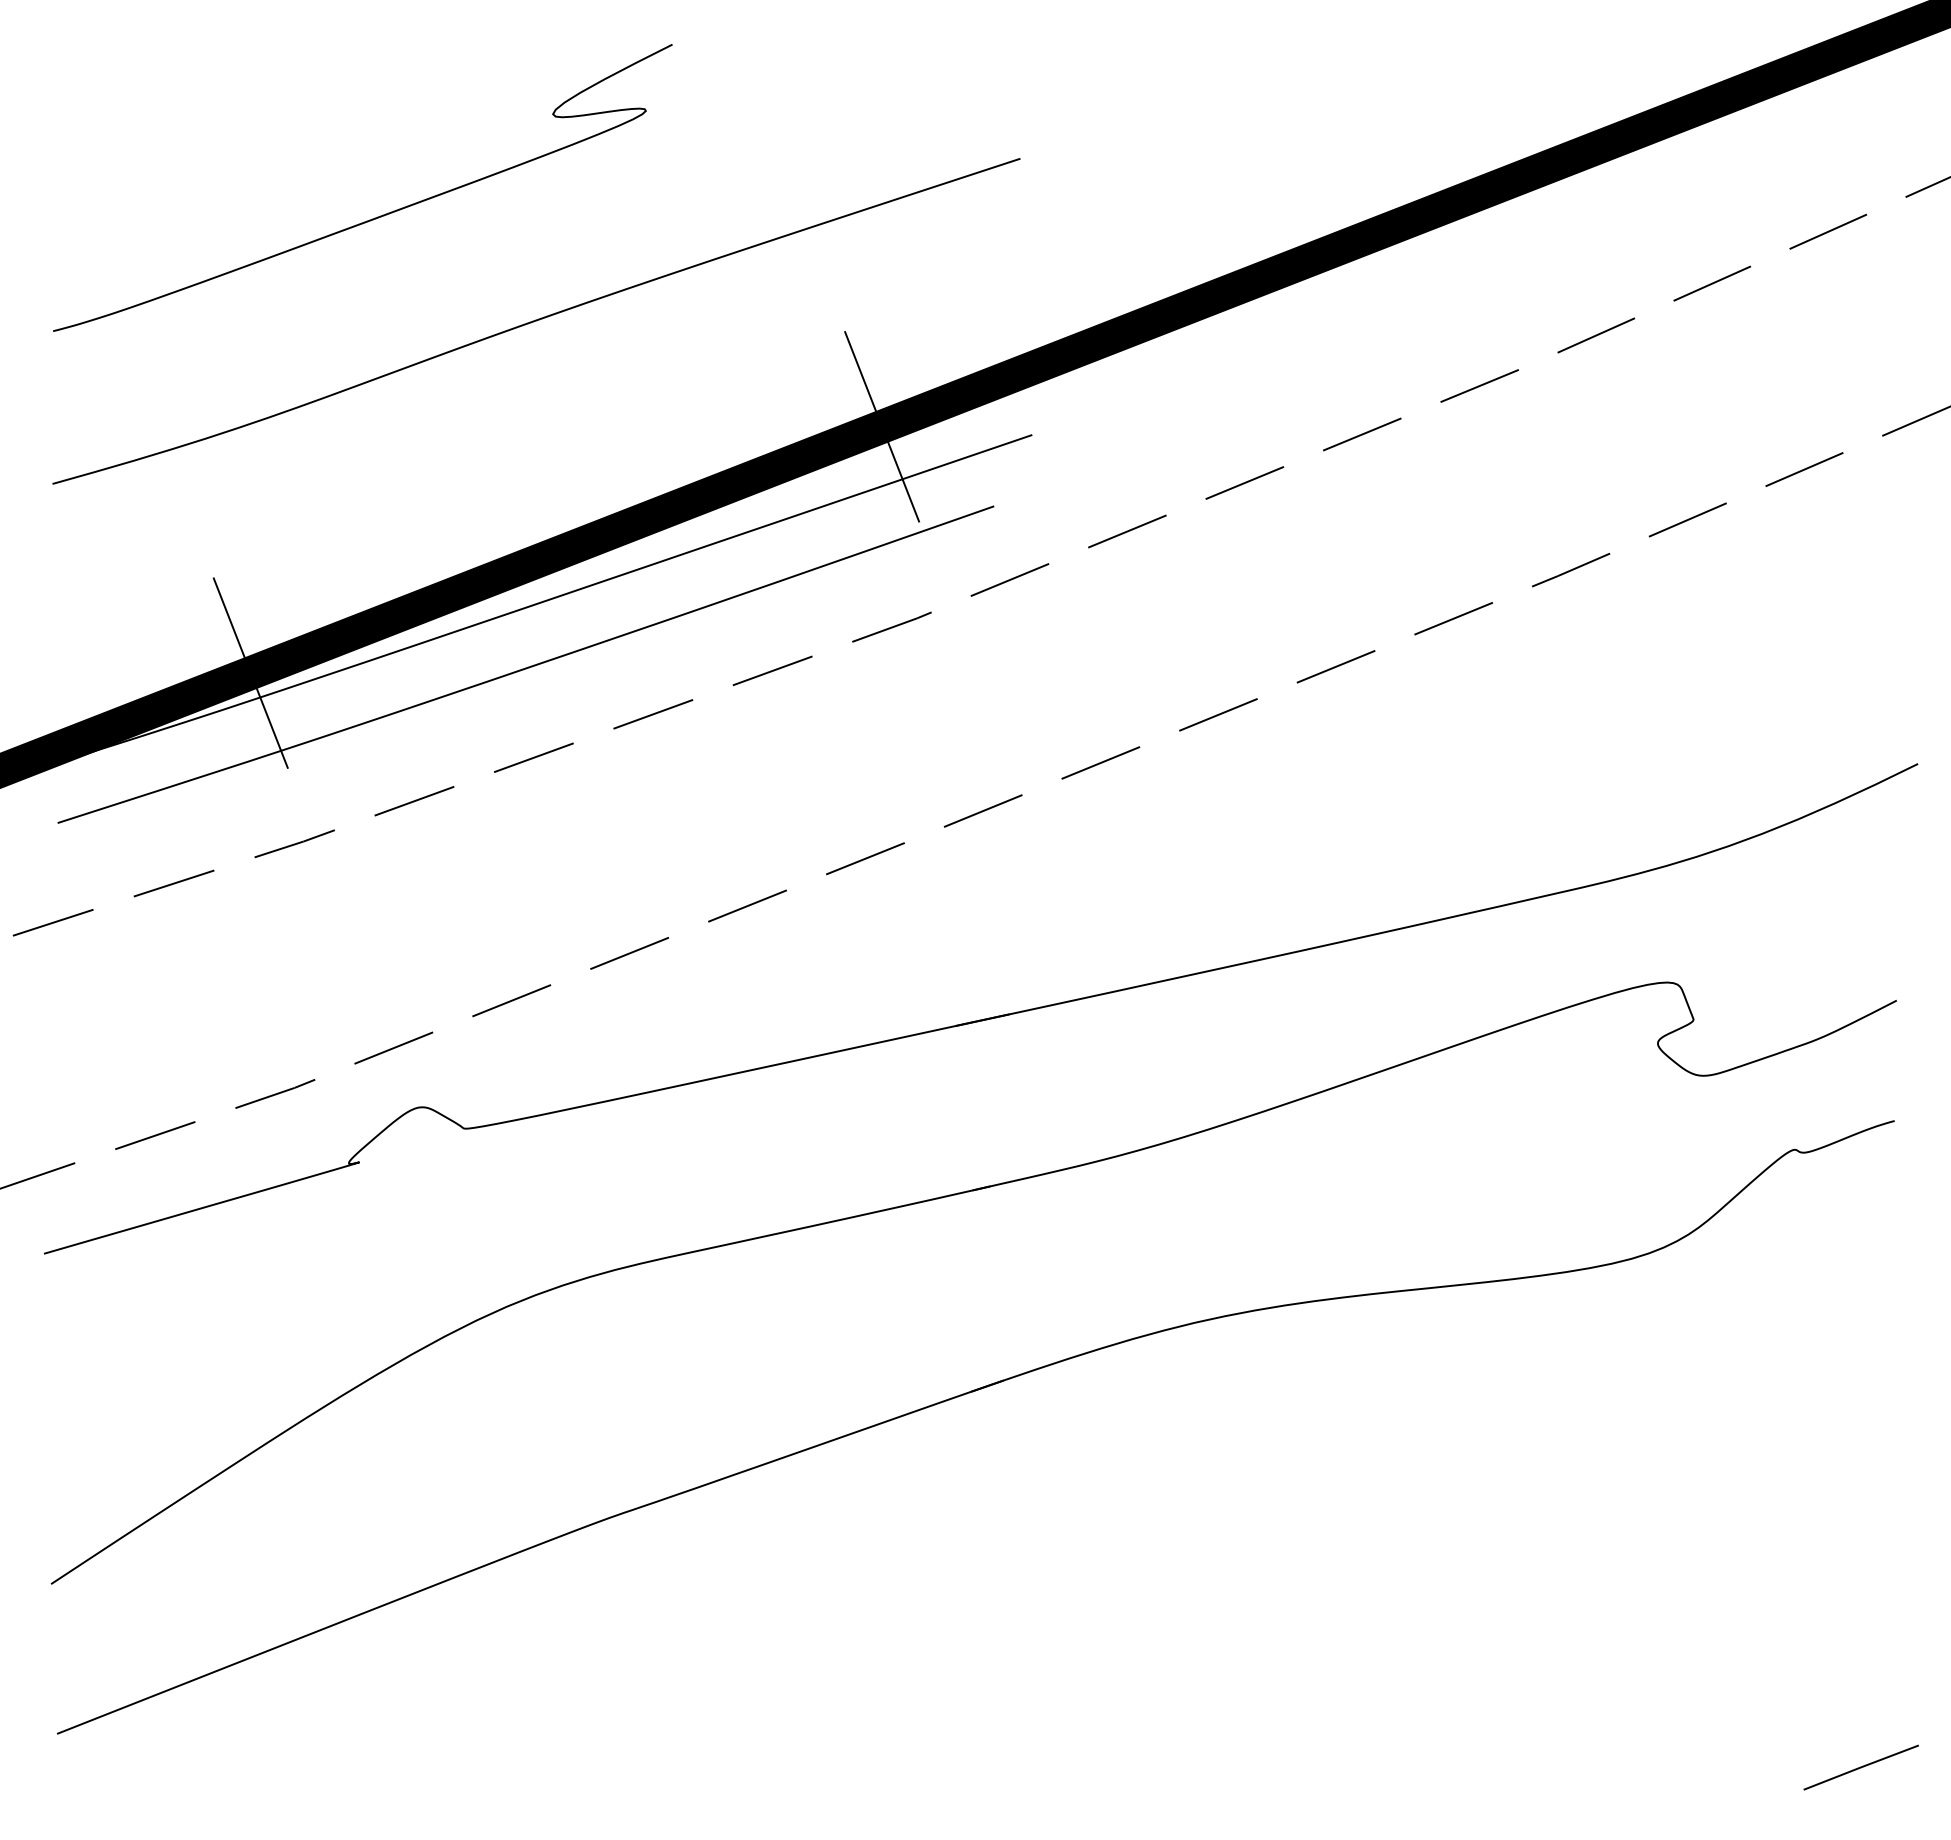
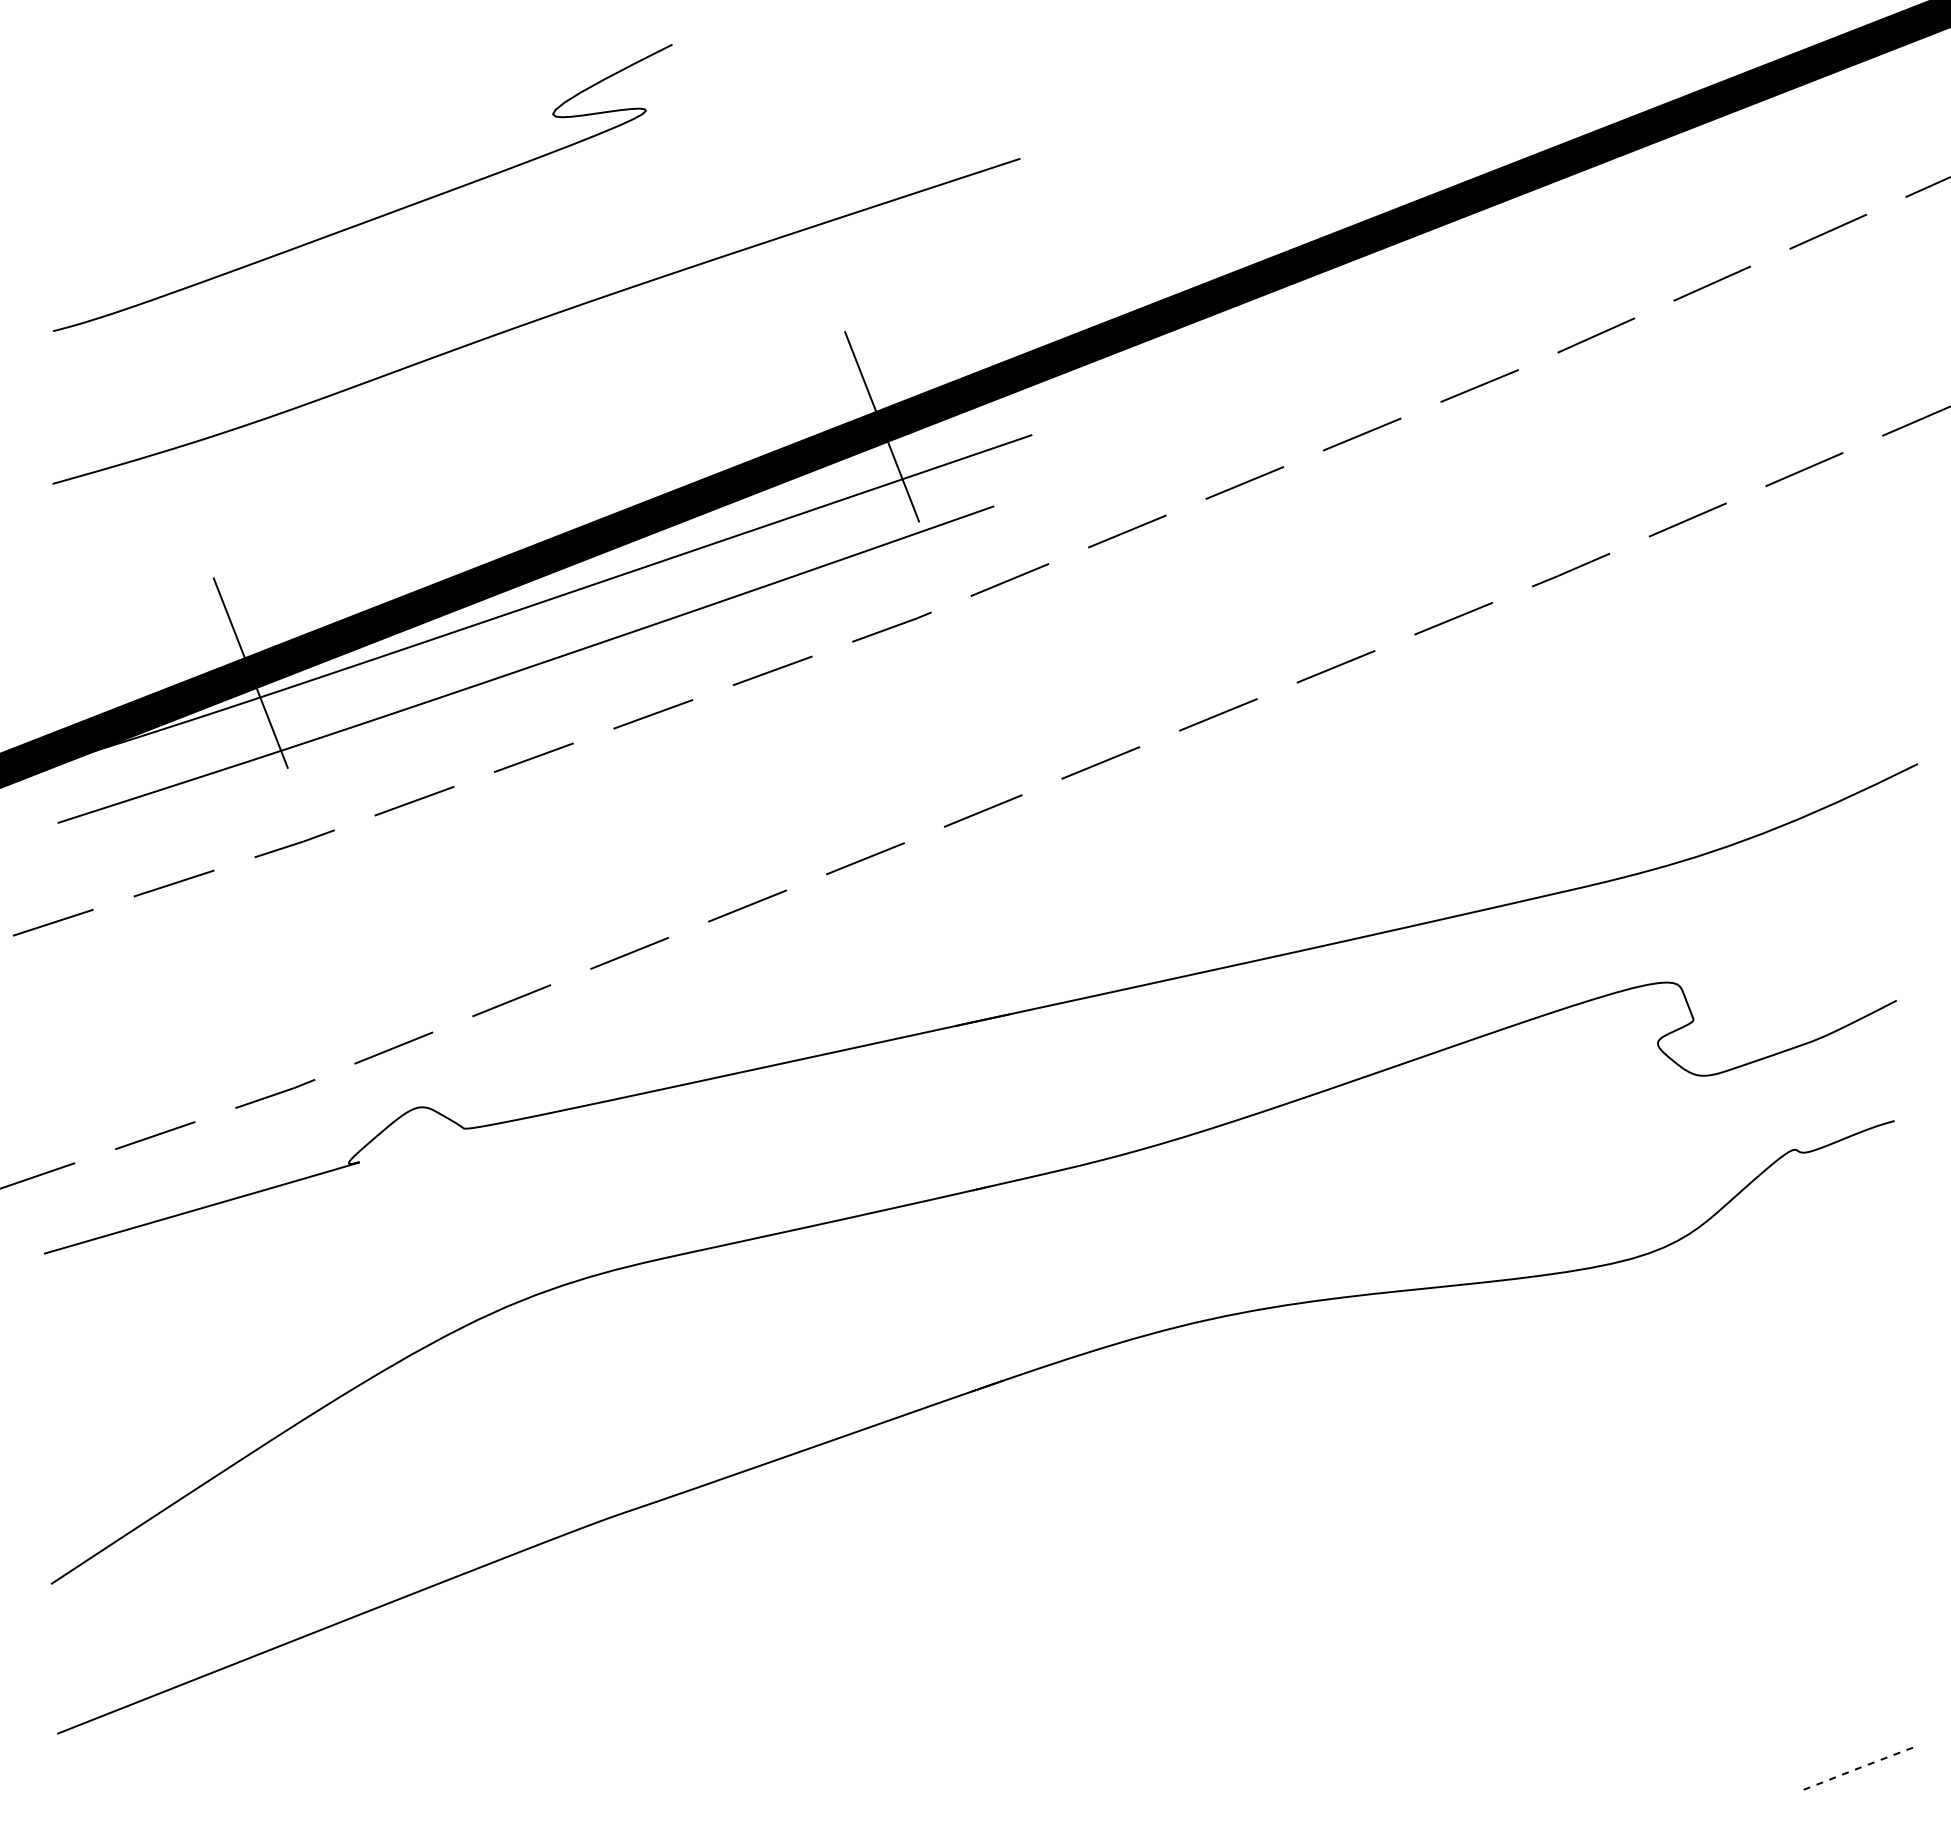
line at (1861, 1767): solid -> dashed
